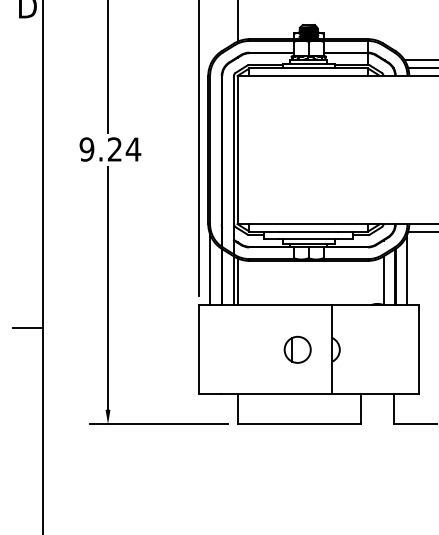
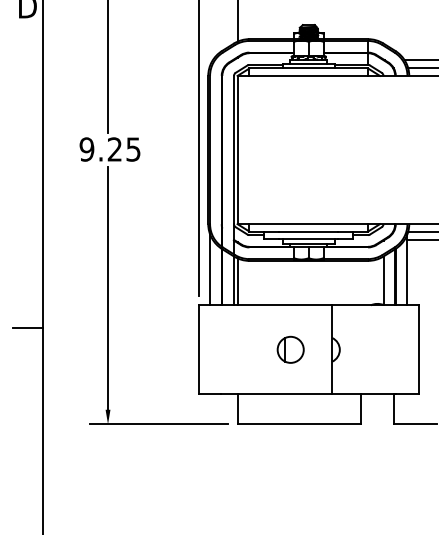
text at (133, 149): 9.24 -> 9.25
line at (421, 239): none -> present
part at (297, 349) position: (297, 349) -> (290, 349)
